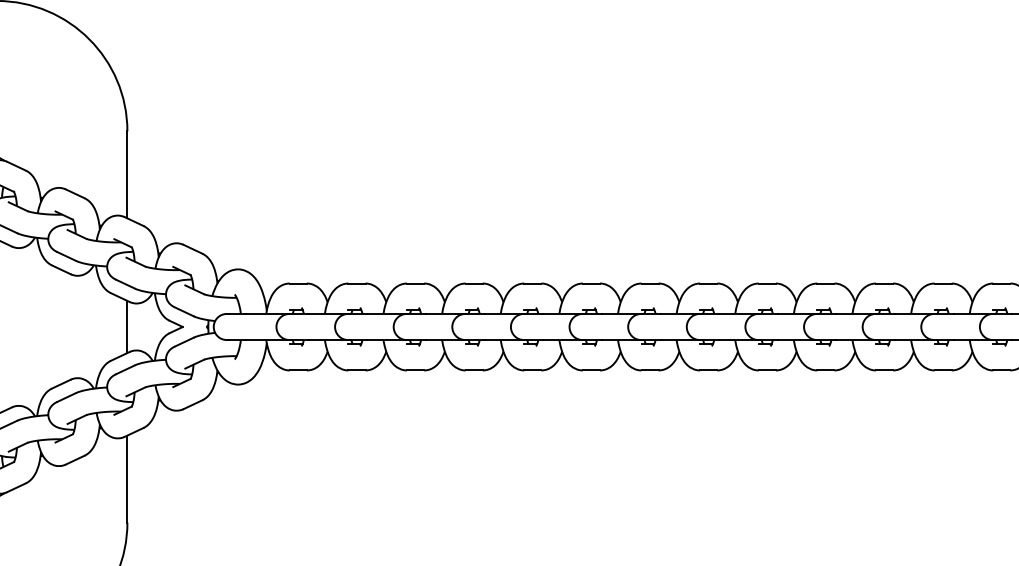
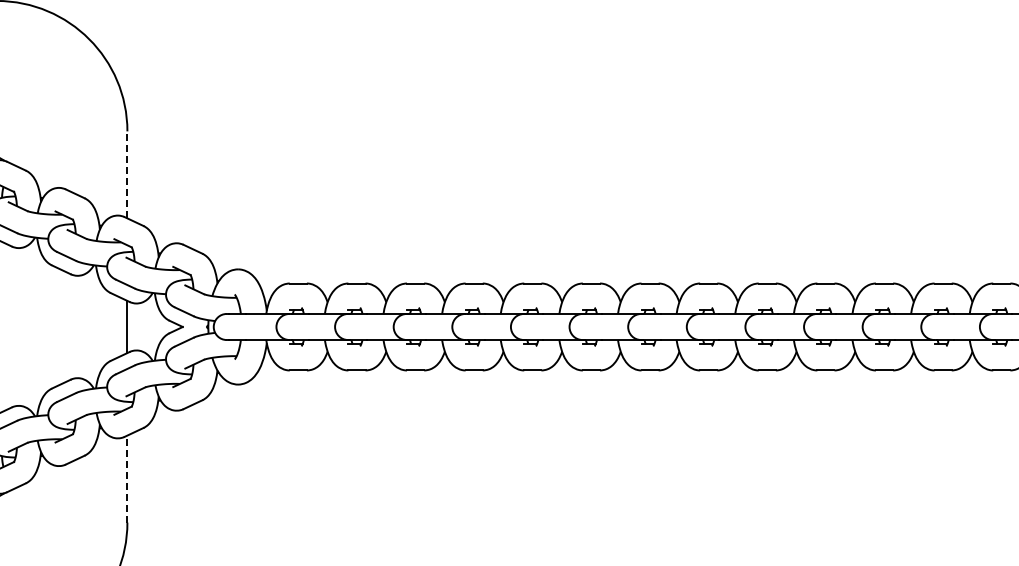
line at (127, 174): solid -> dashed
line at (127, 479): solid -> dashed
